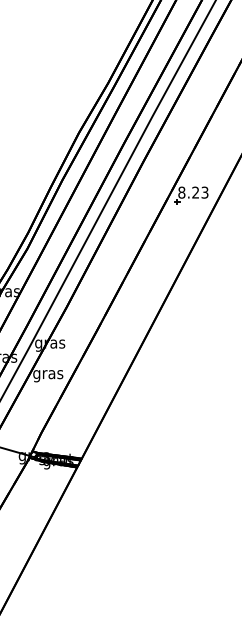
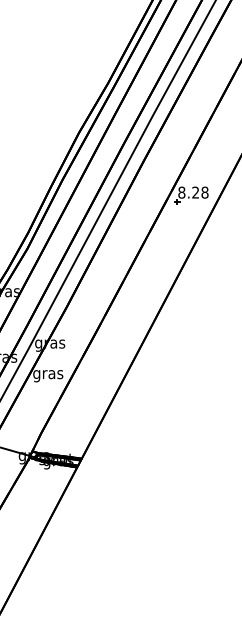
text at (204, 192): 8.23 -> 8.28
